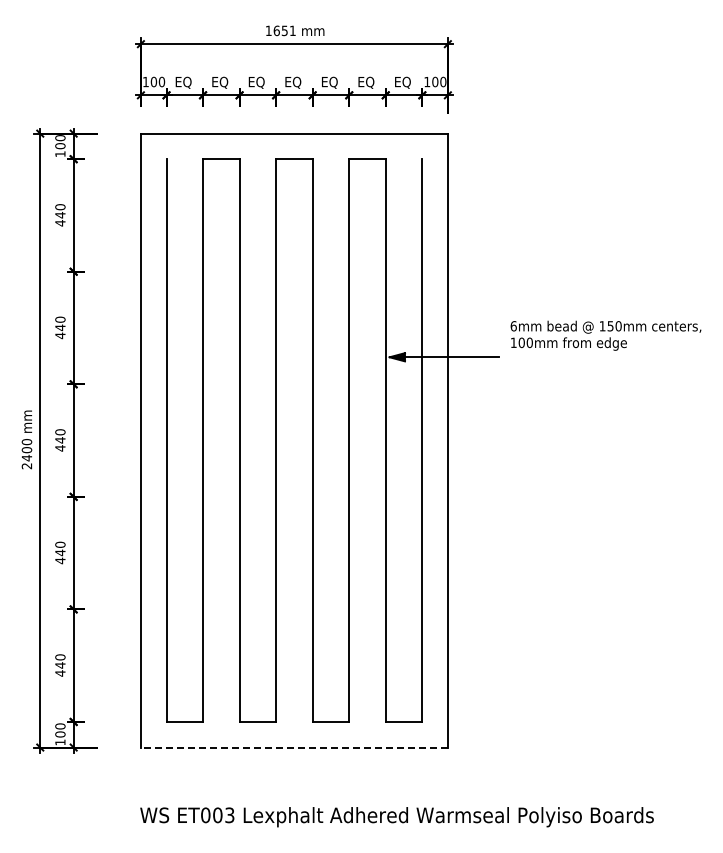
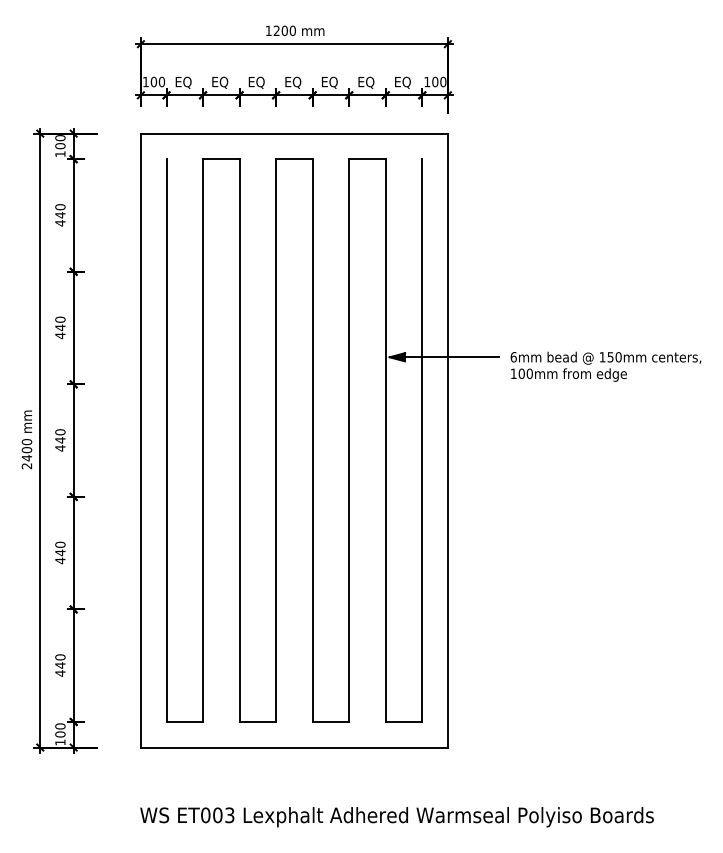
text at (284, 30): 1651 -> 1200
text at (605, 335) position: (605, 335) -> (605, 366)
line at (293, 747): dashed -> solid
